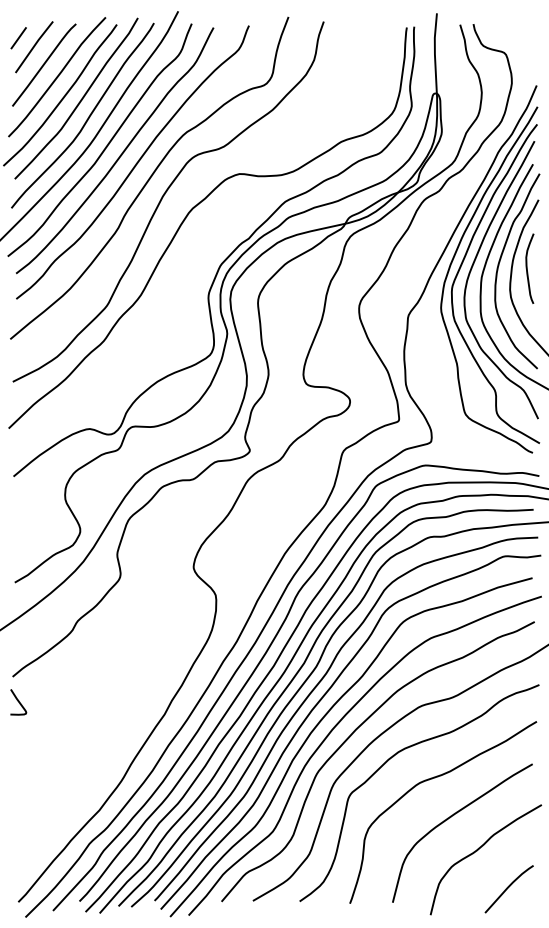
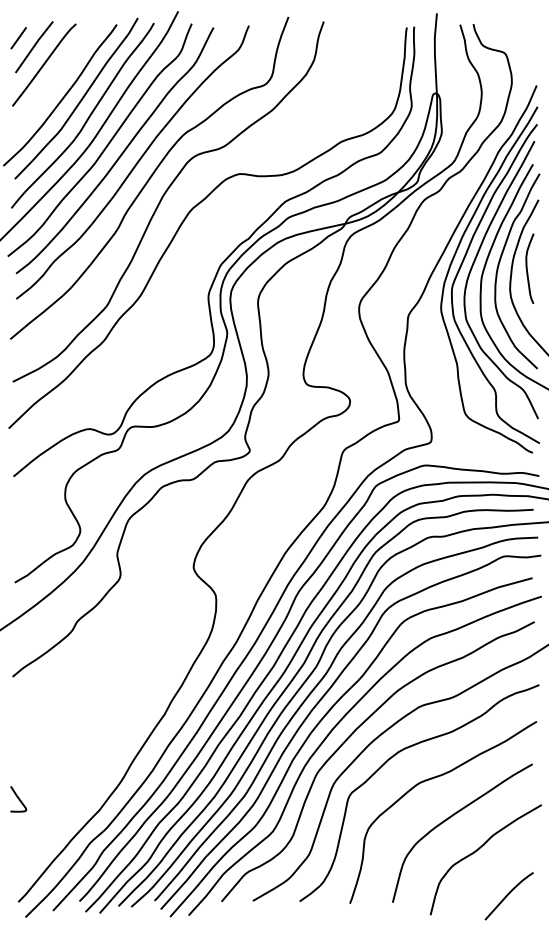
curve at (57, 77): present -> none
curve at (18, 702) position: (18, 702) -> (18, 799)
curve at (508, 888) position: (508, 888) -> (508, 895)
